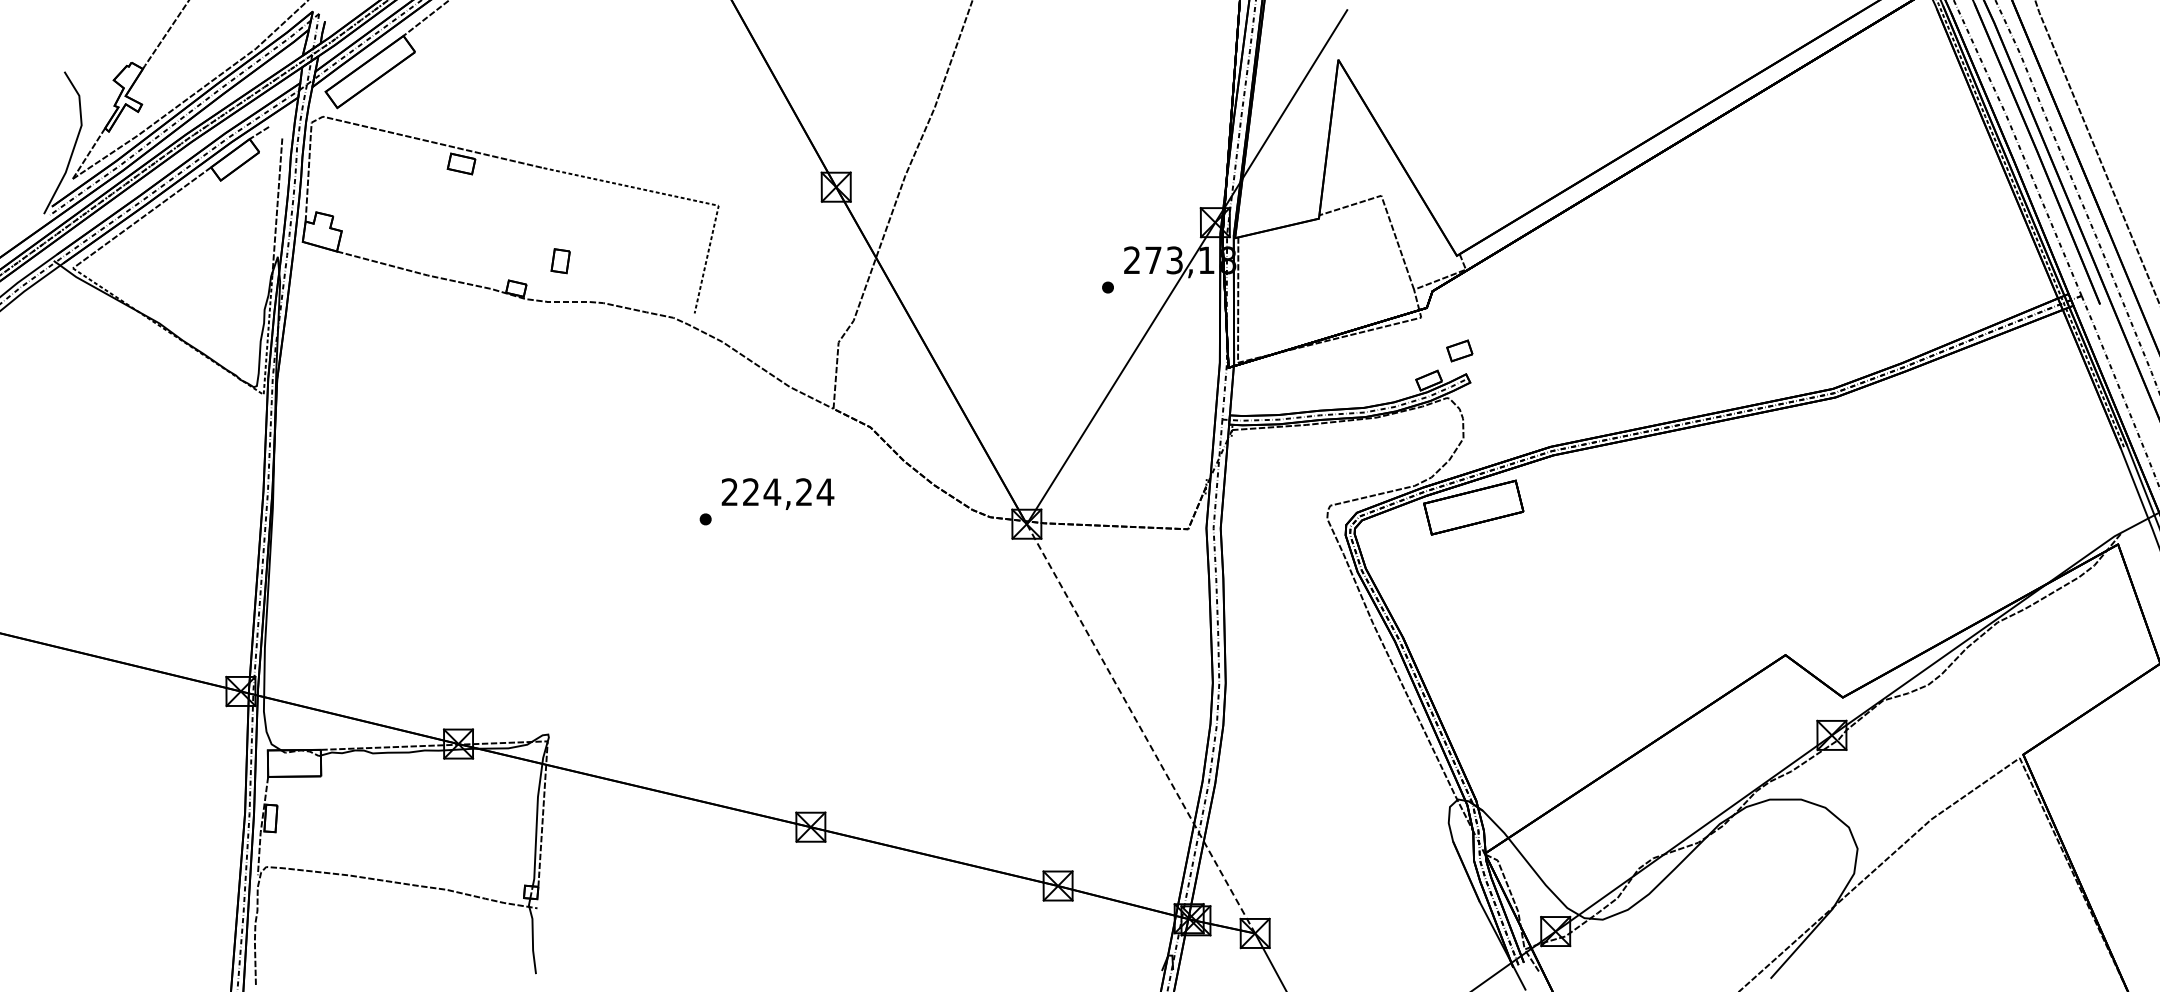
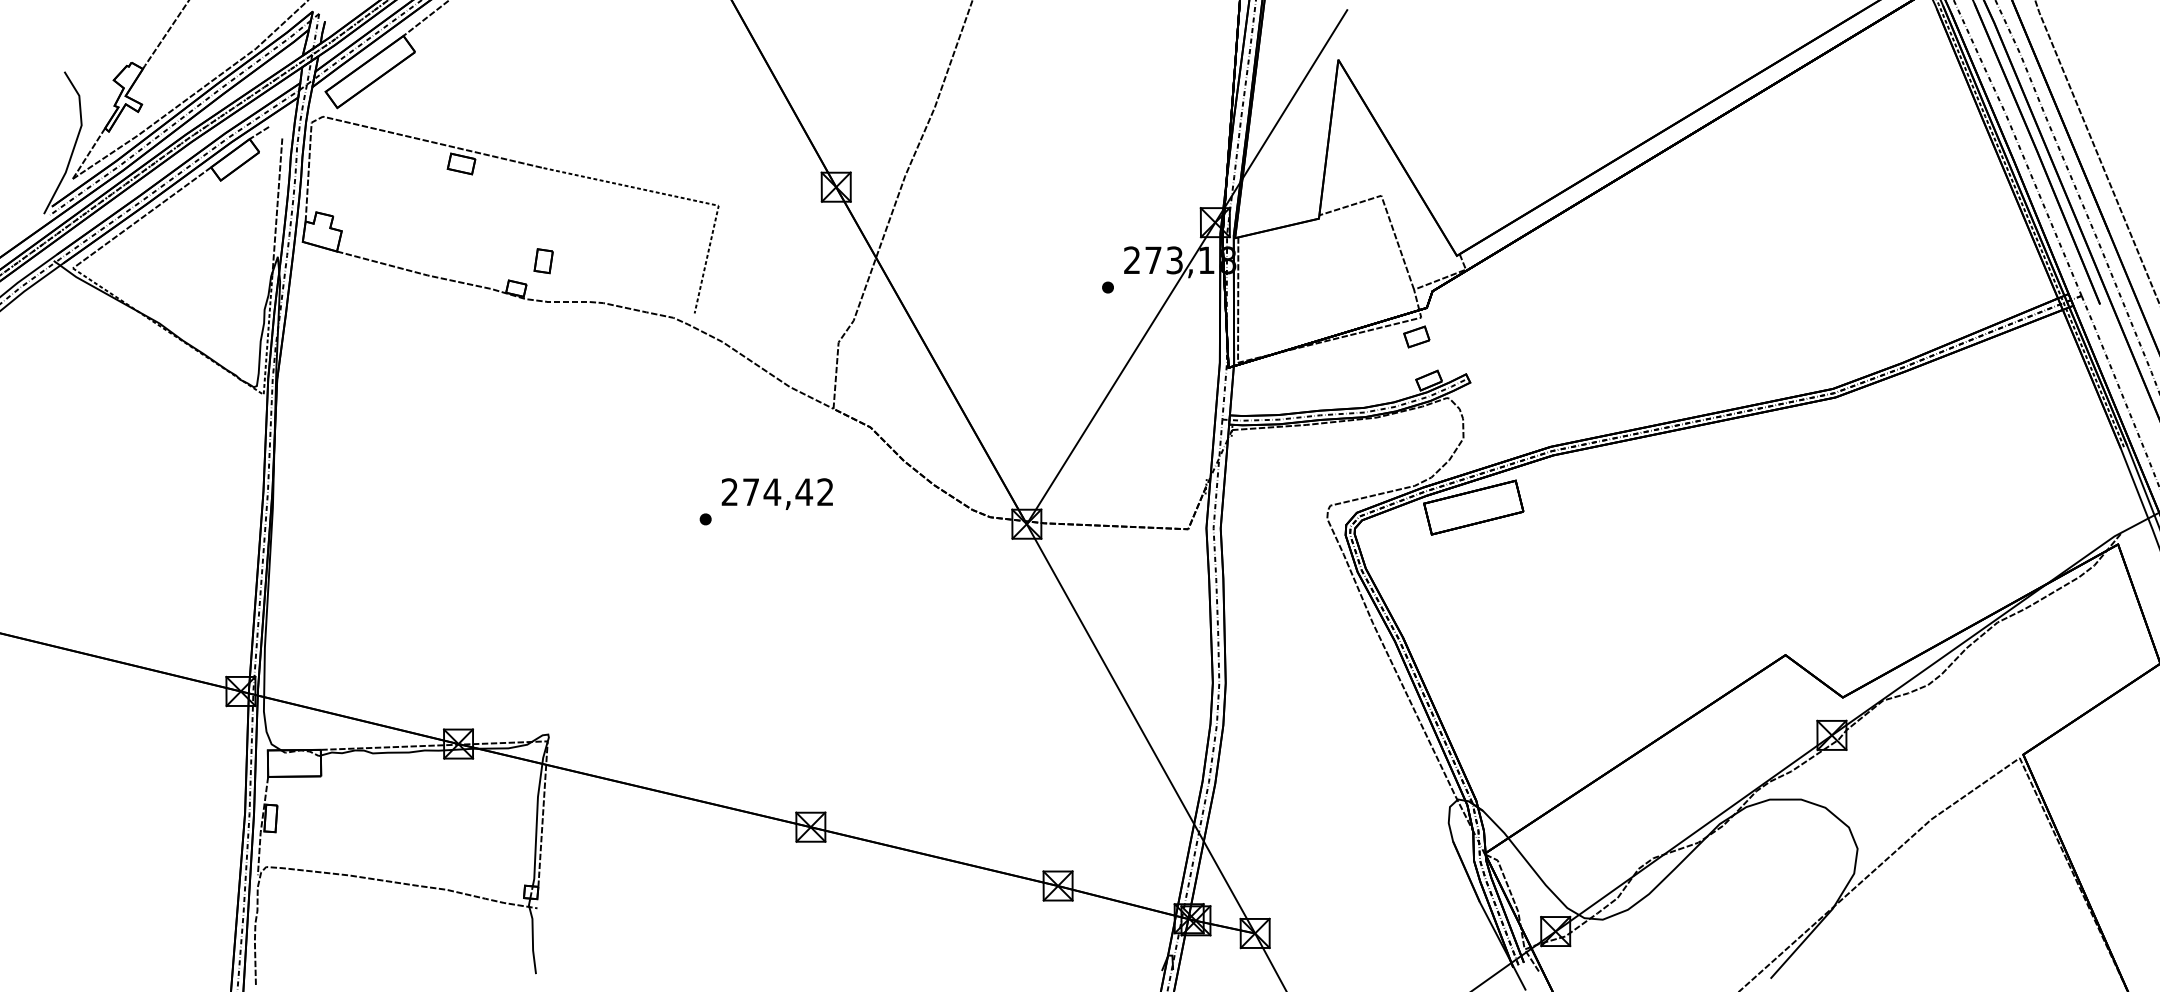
part at (560, 261) position: (560, 261) -> (543, 261)
part at (1459, 350) position: (1459, 350) -> (1416, 336)
text at (788, 491): 224,24 -> 274,42
line at (1141, 729): dashed -> solid
